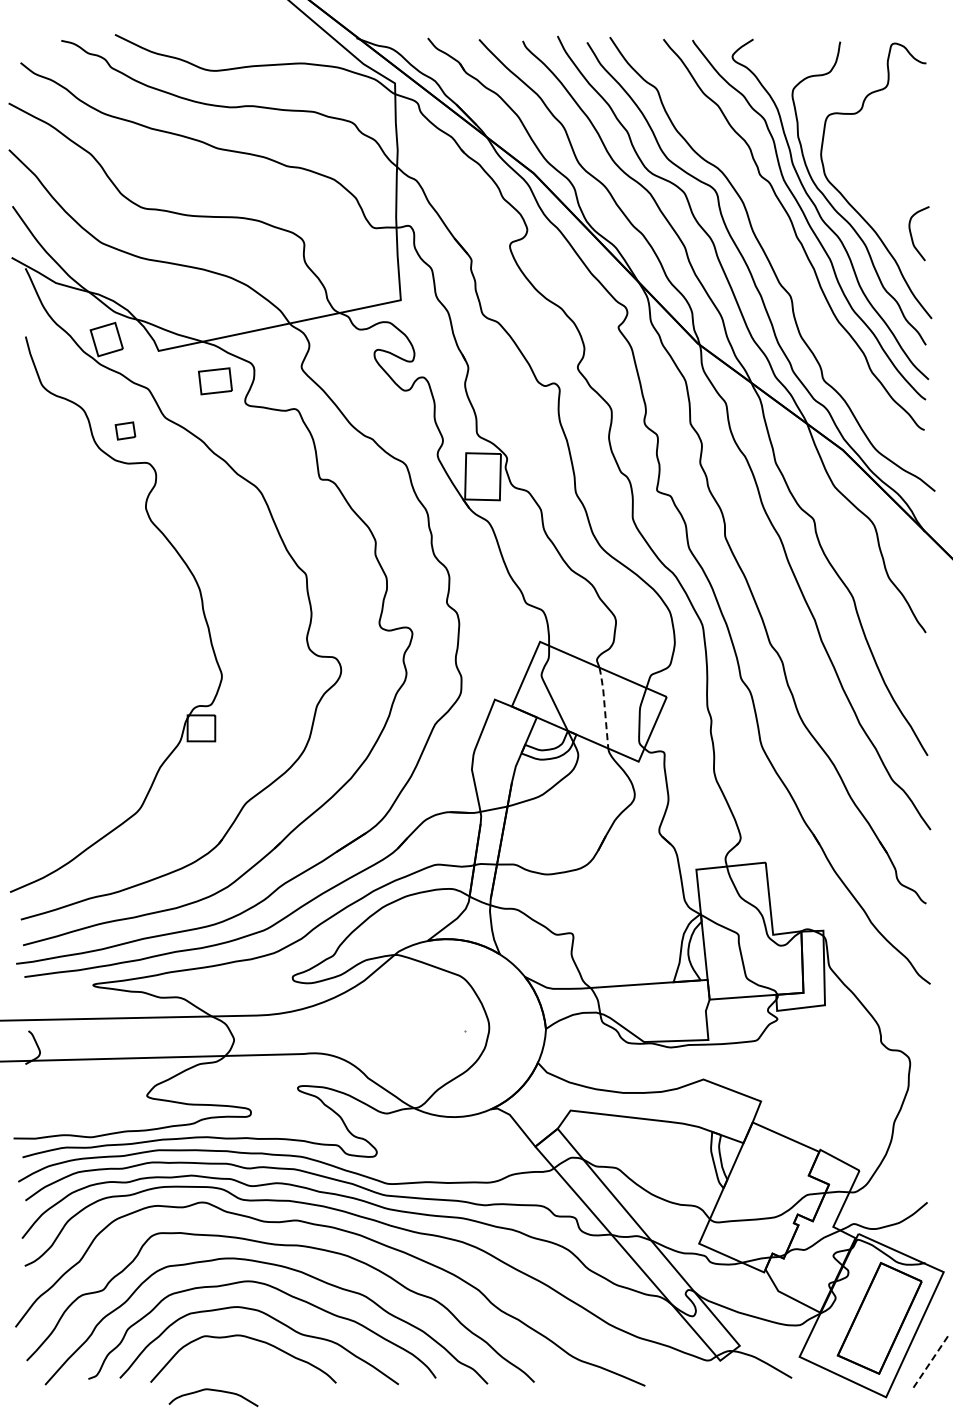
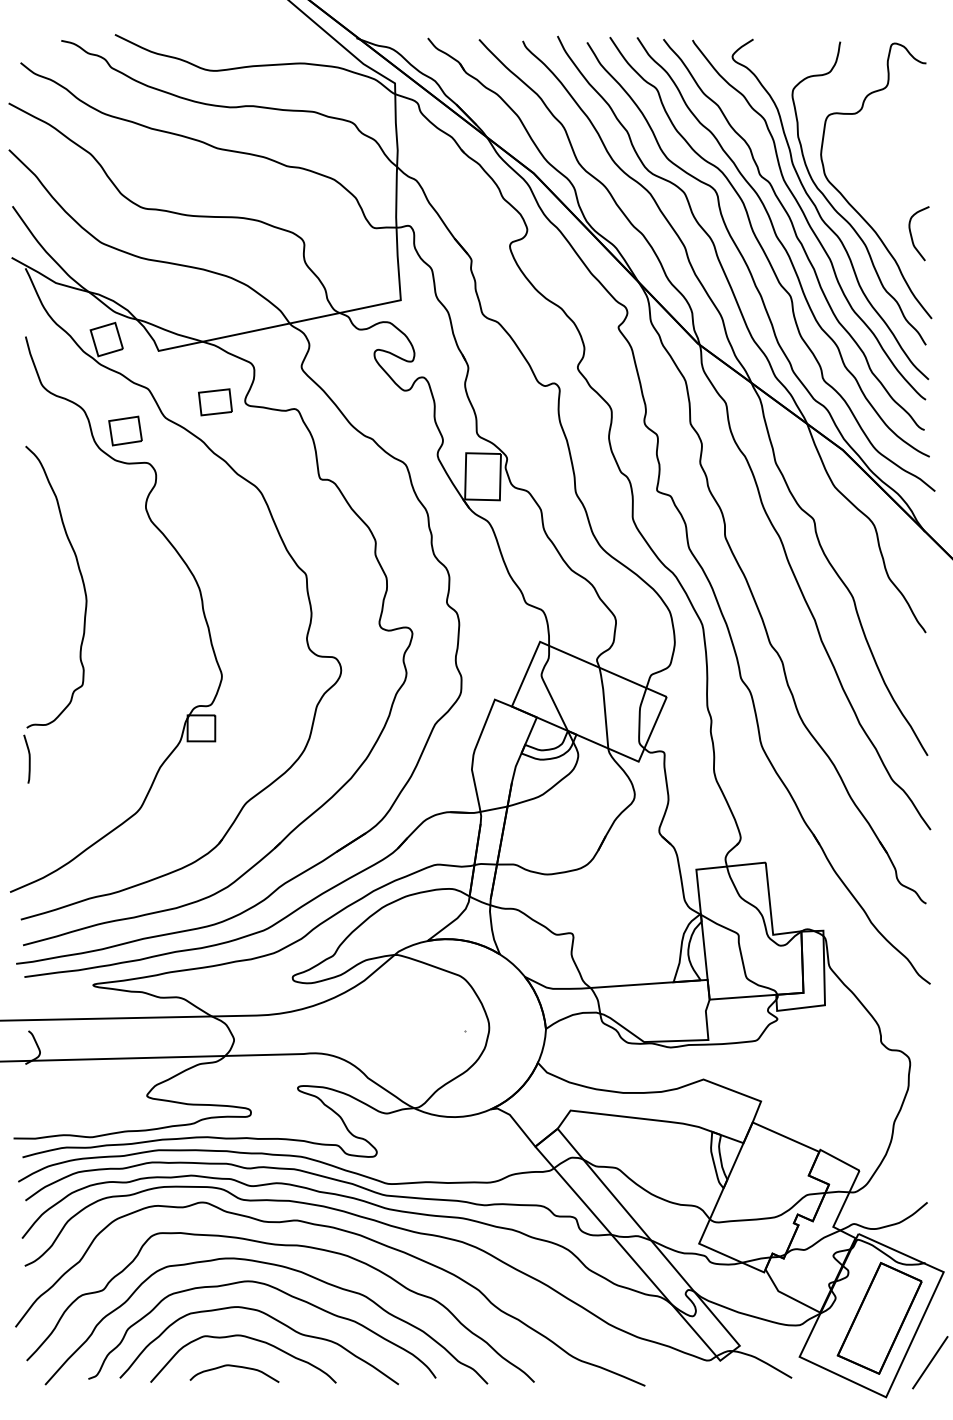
curve at (782, 247): none -> present
part at (215, 381) position: (215, 381) -> (215, 402)
part at (125, 430) size: 23x20 px -> 35x32 px
part at (84, 614): none -> present
line at (604, 707): dashed -> solid
line at (930, 1362): dashed -> solid
curve at (214, 1391) position: (214, 1391) -> (235, 1367)
